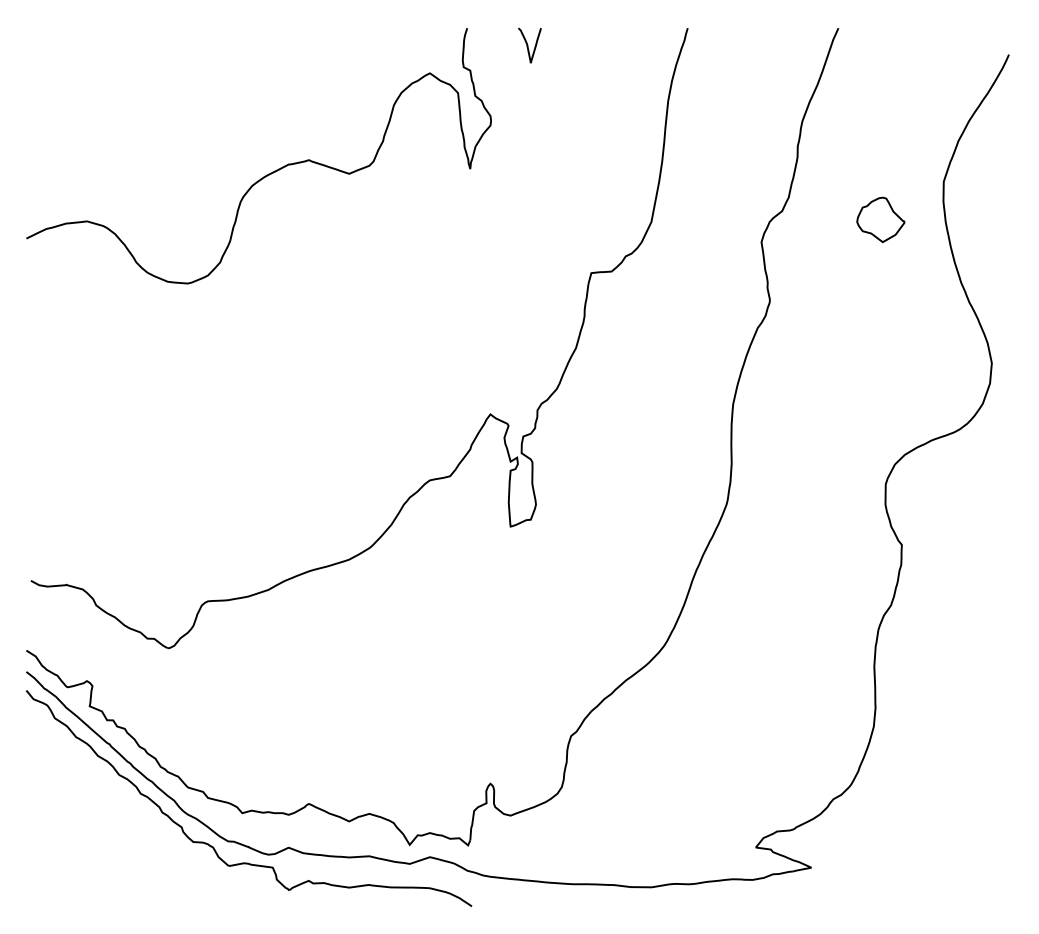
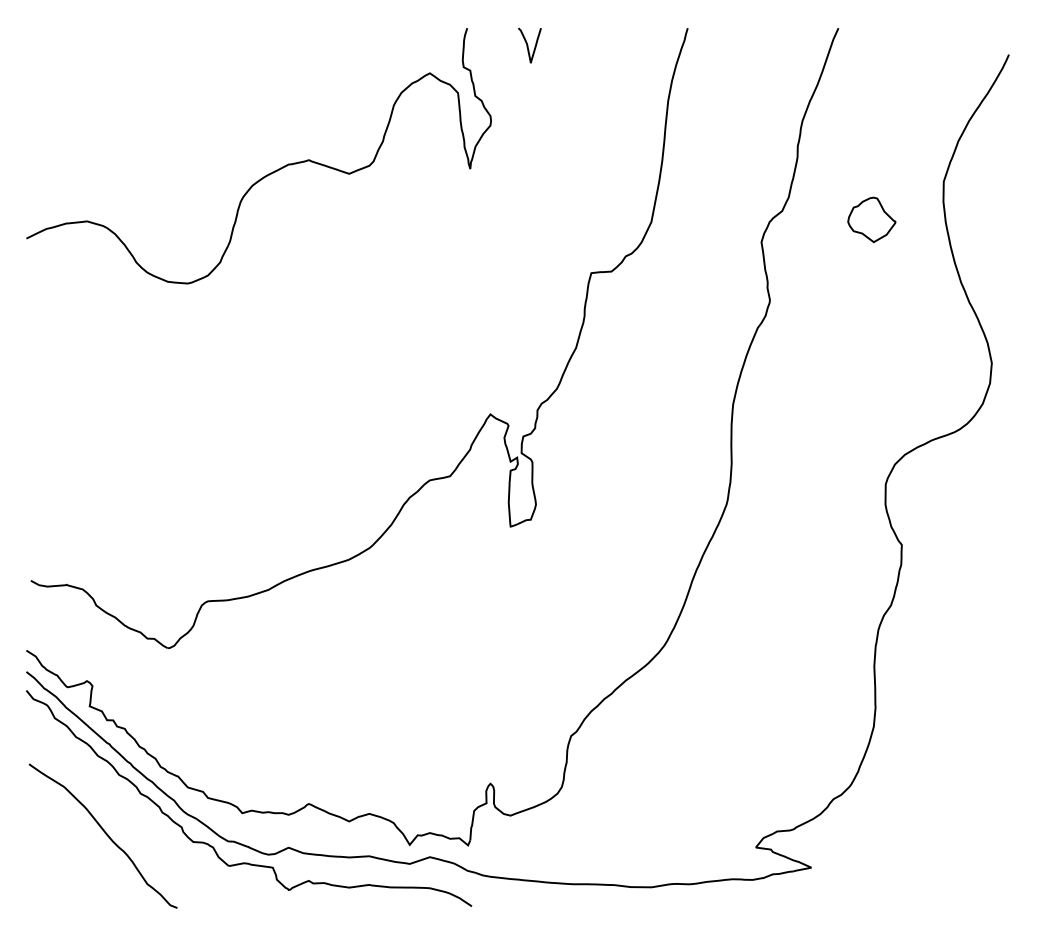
part at (880, 219) position: (880, 219) -> (871, 219)
curve at (104, 833): none -> present
